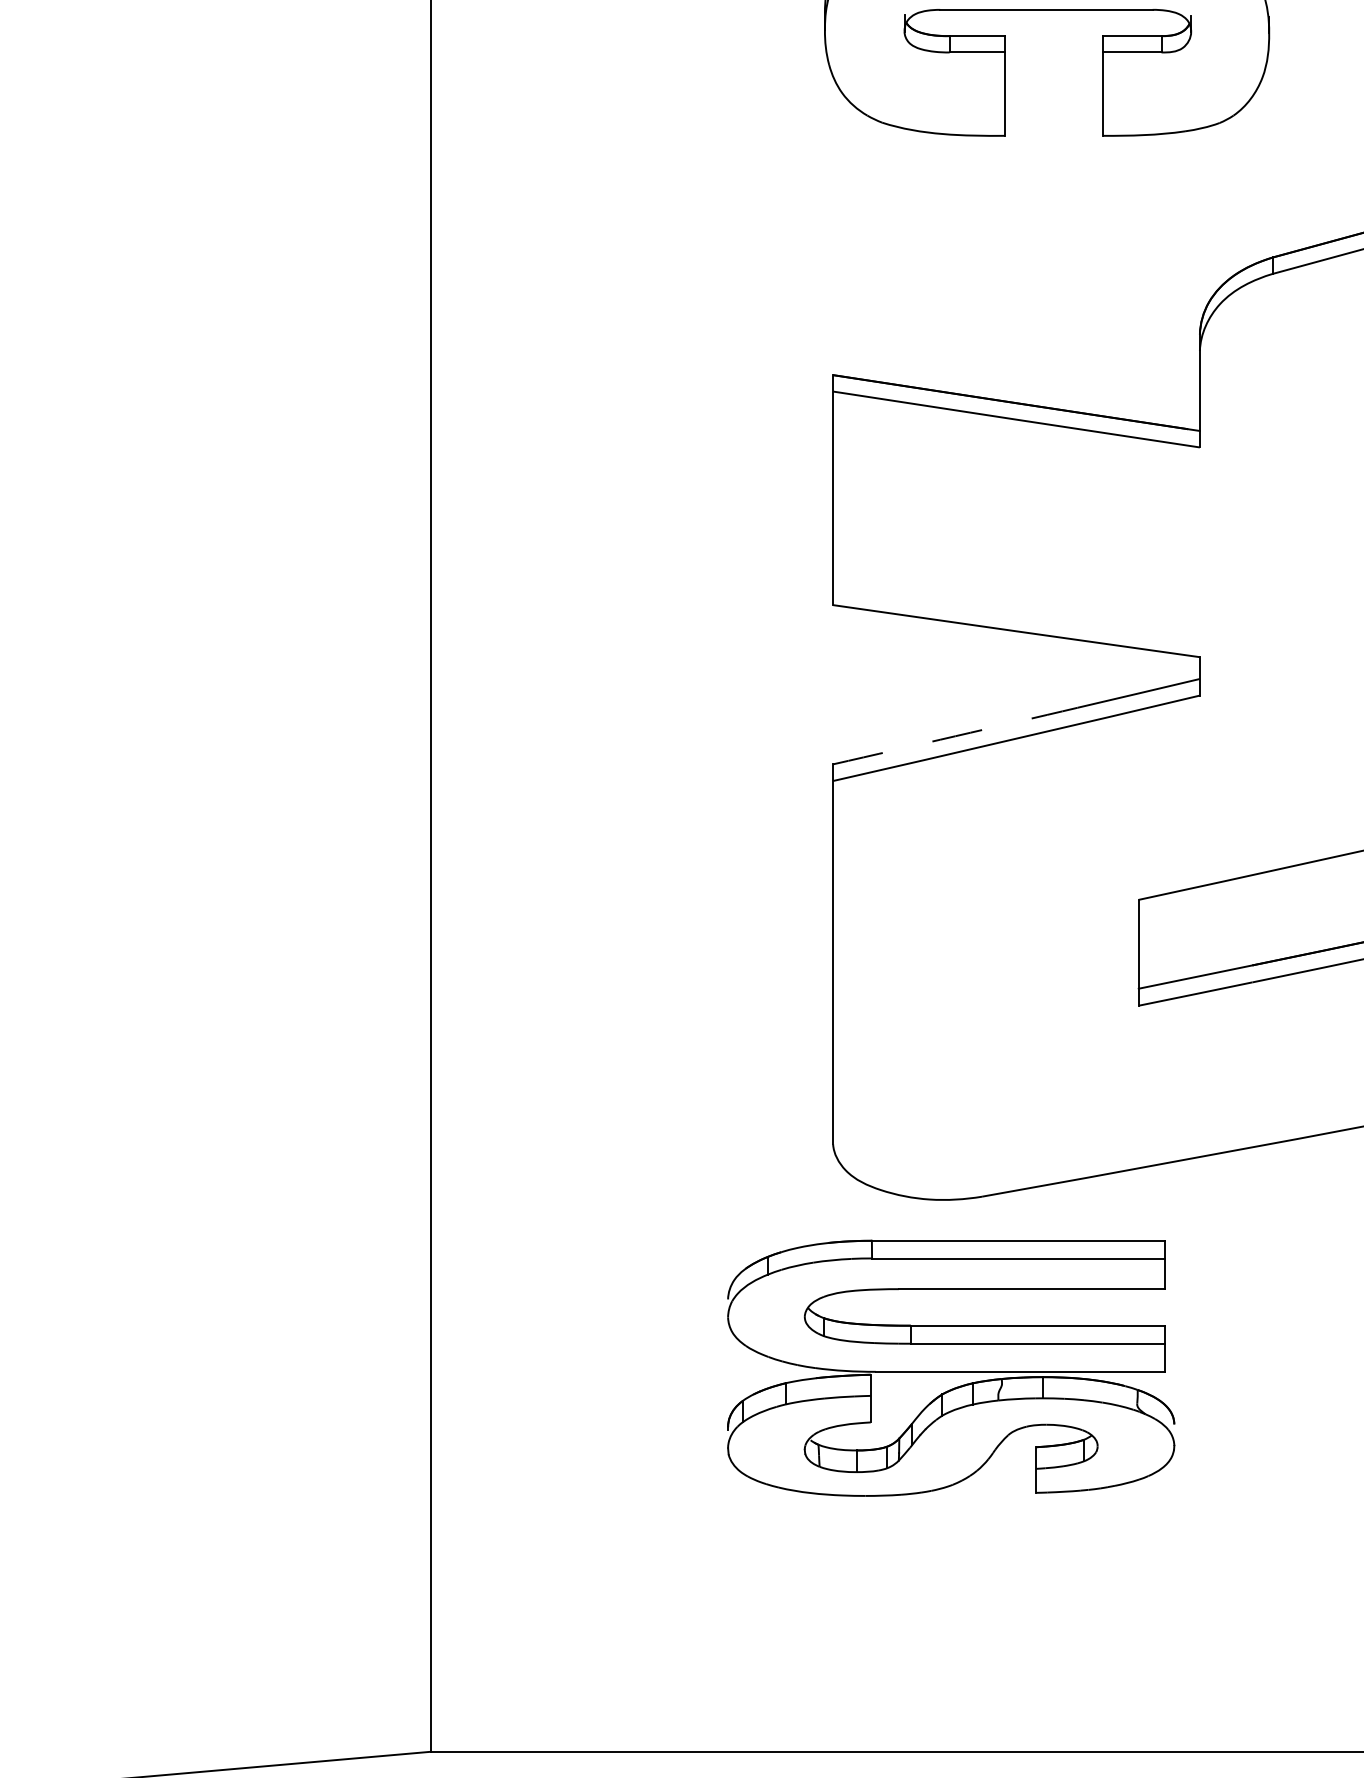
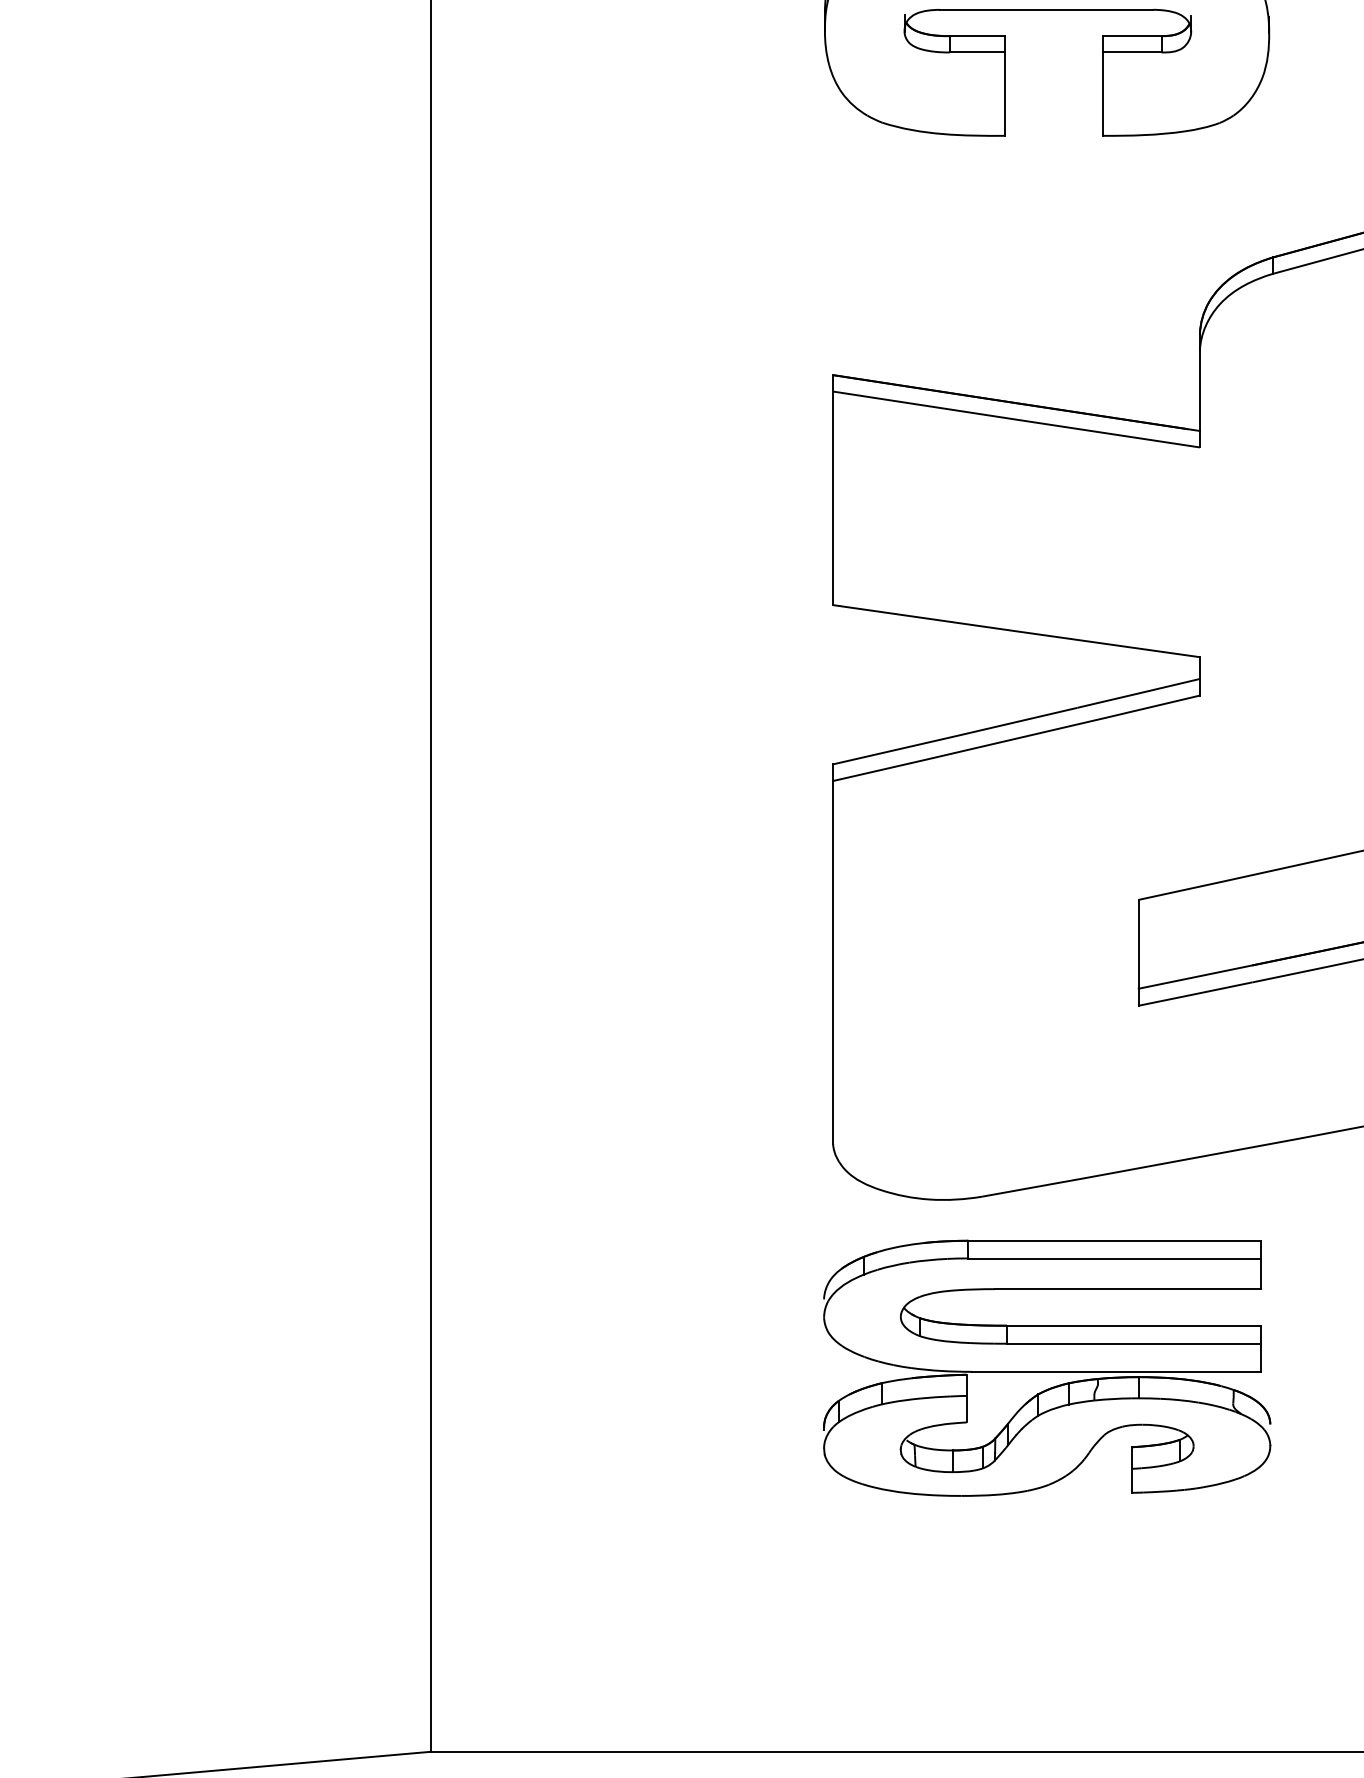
arc at (955, 736): dashed -> solid
part at (951, 1367) position: (951, 1367) -> (1047, 1367)
